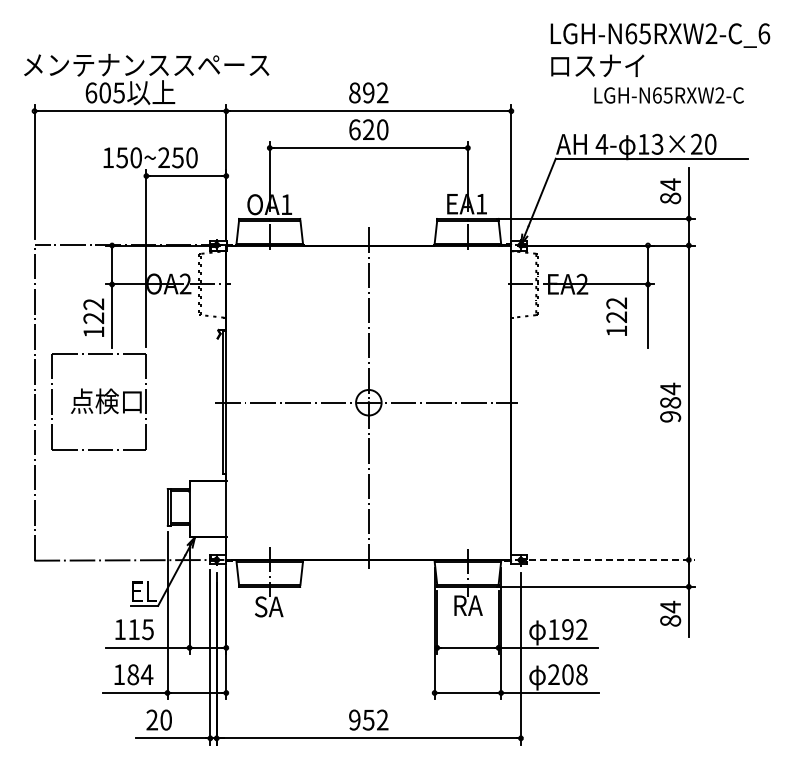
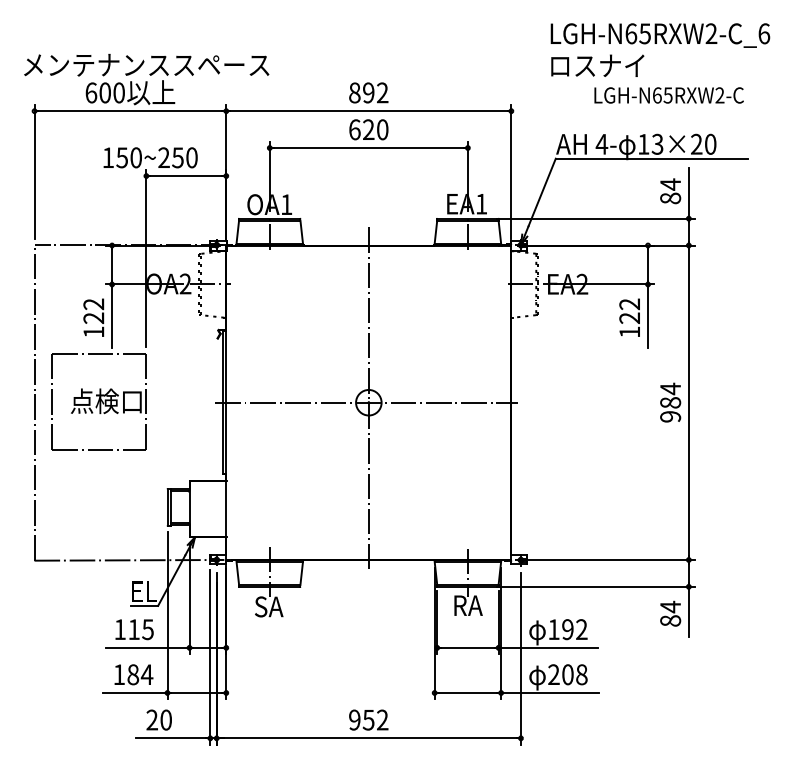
text at (118, 92): 605 -> 600
text at (616, 316) position: (616, 316) -> (629, 317)
line at (606, 559): dashed -> solid
